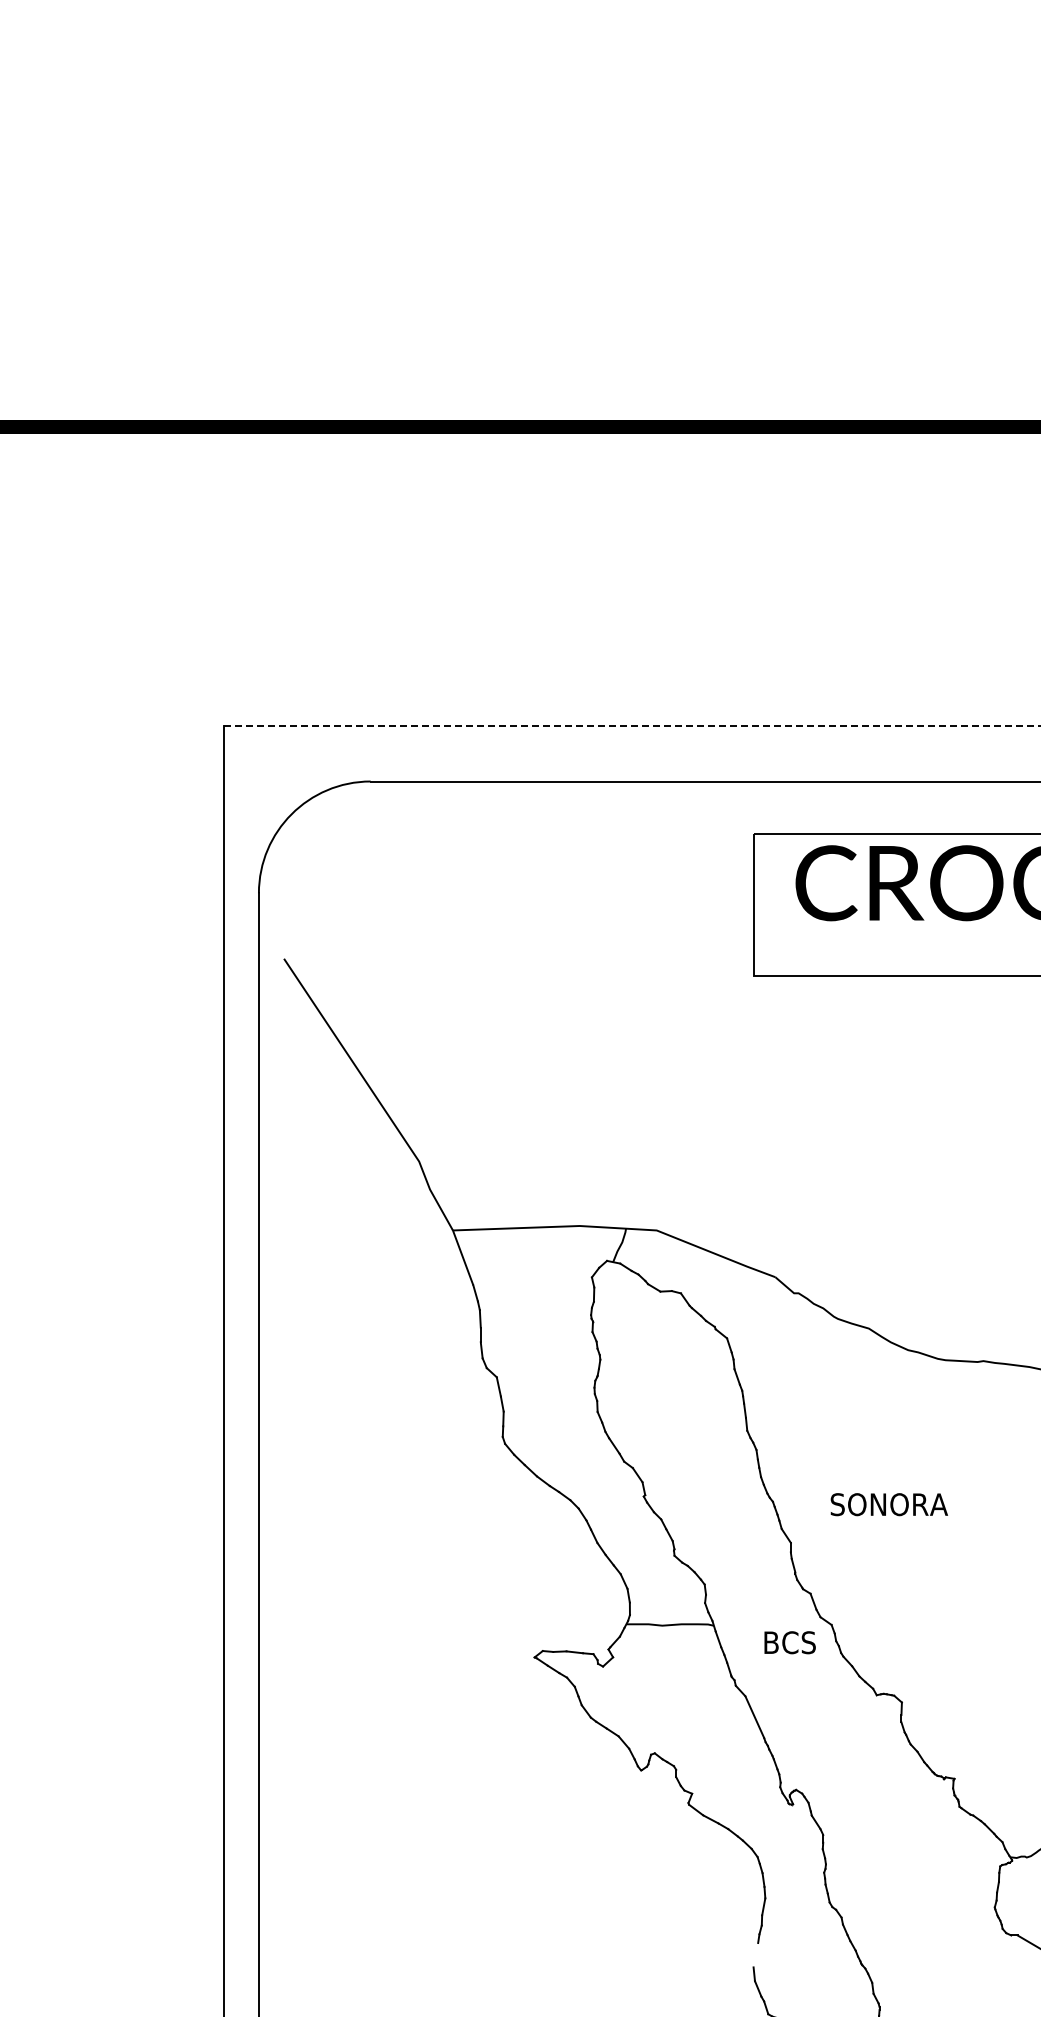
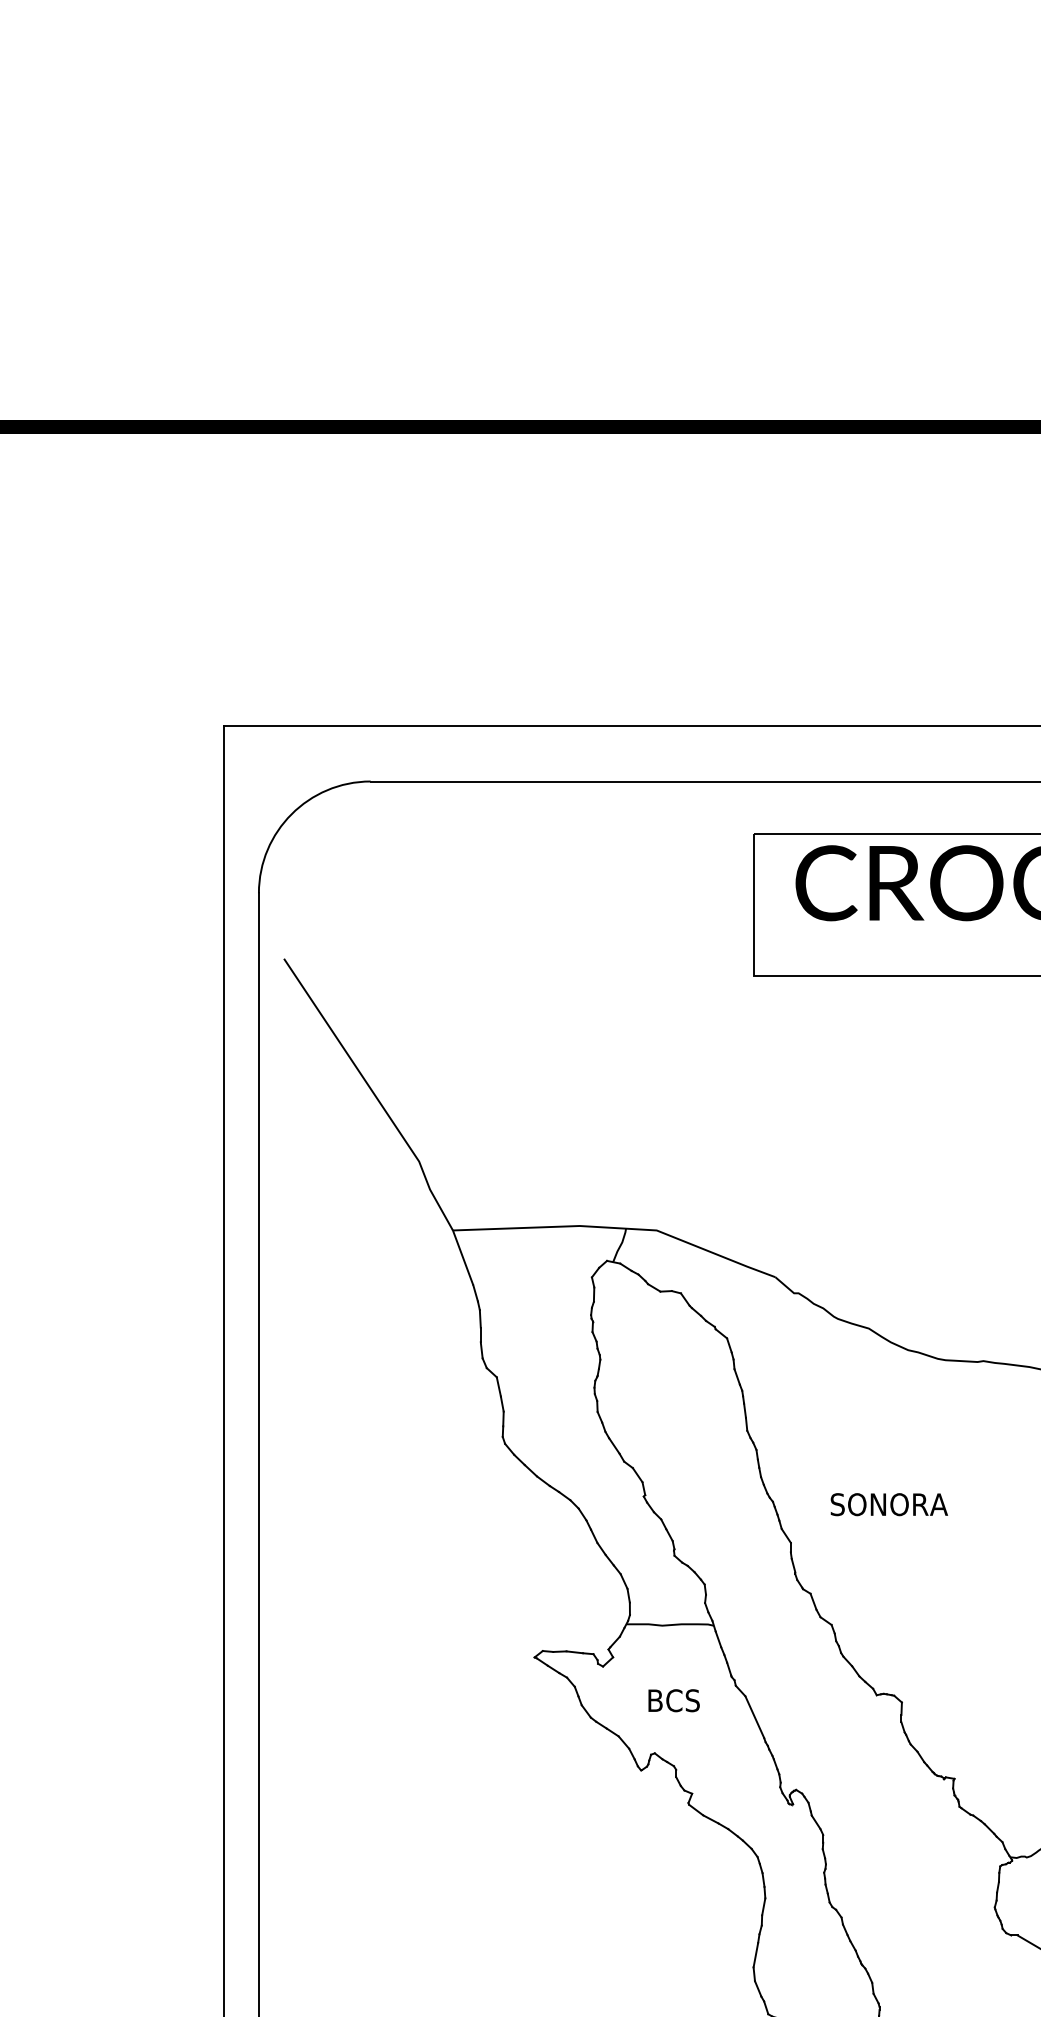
line at (632, 725): dashed -> solid
text at (789, 1642) position: (789, 1642) -> (673, 1700)
line at (755, 1955): none -> present
